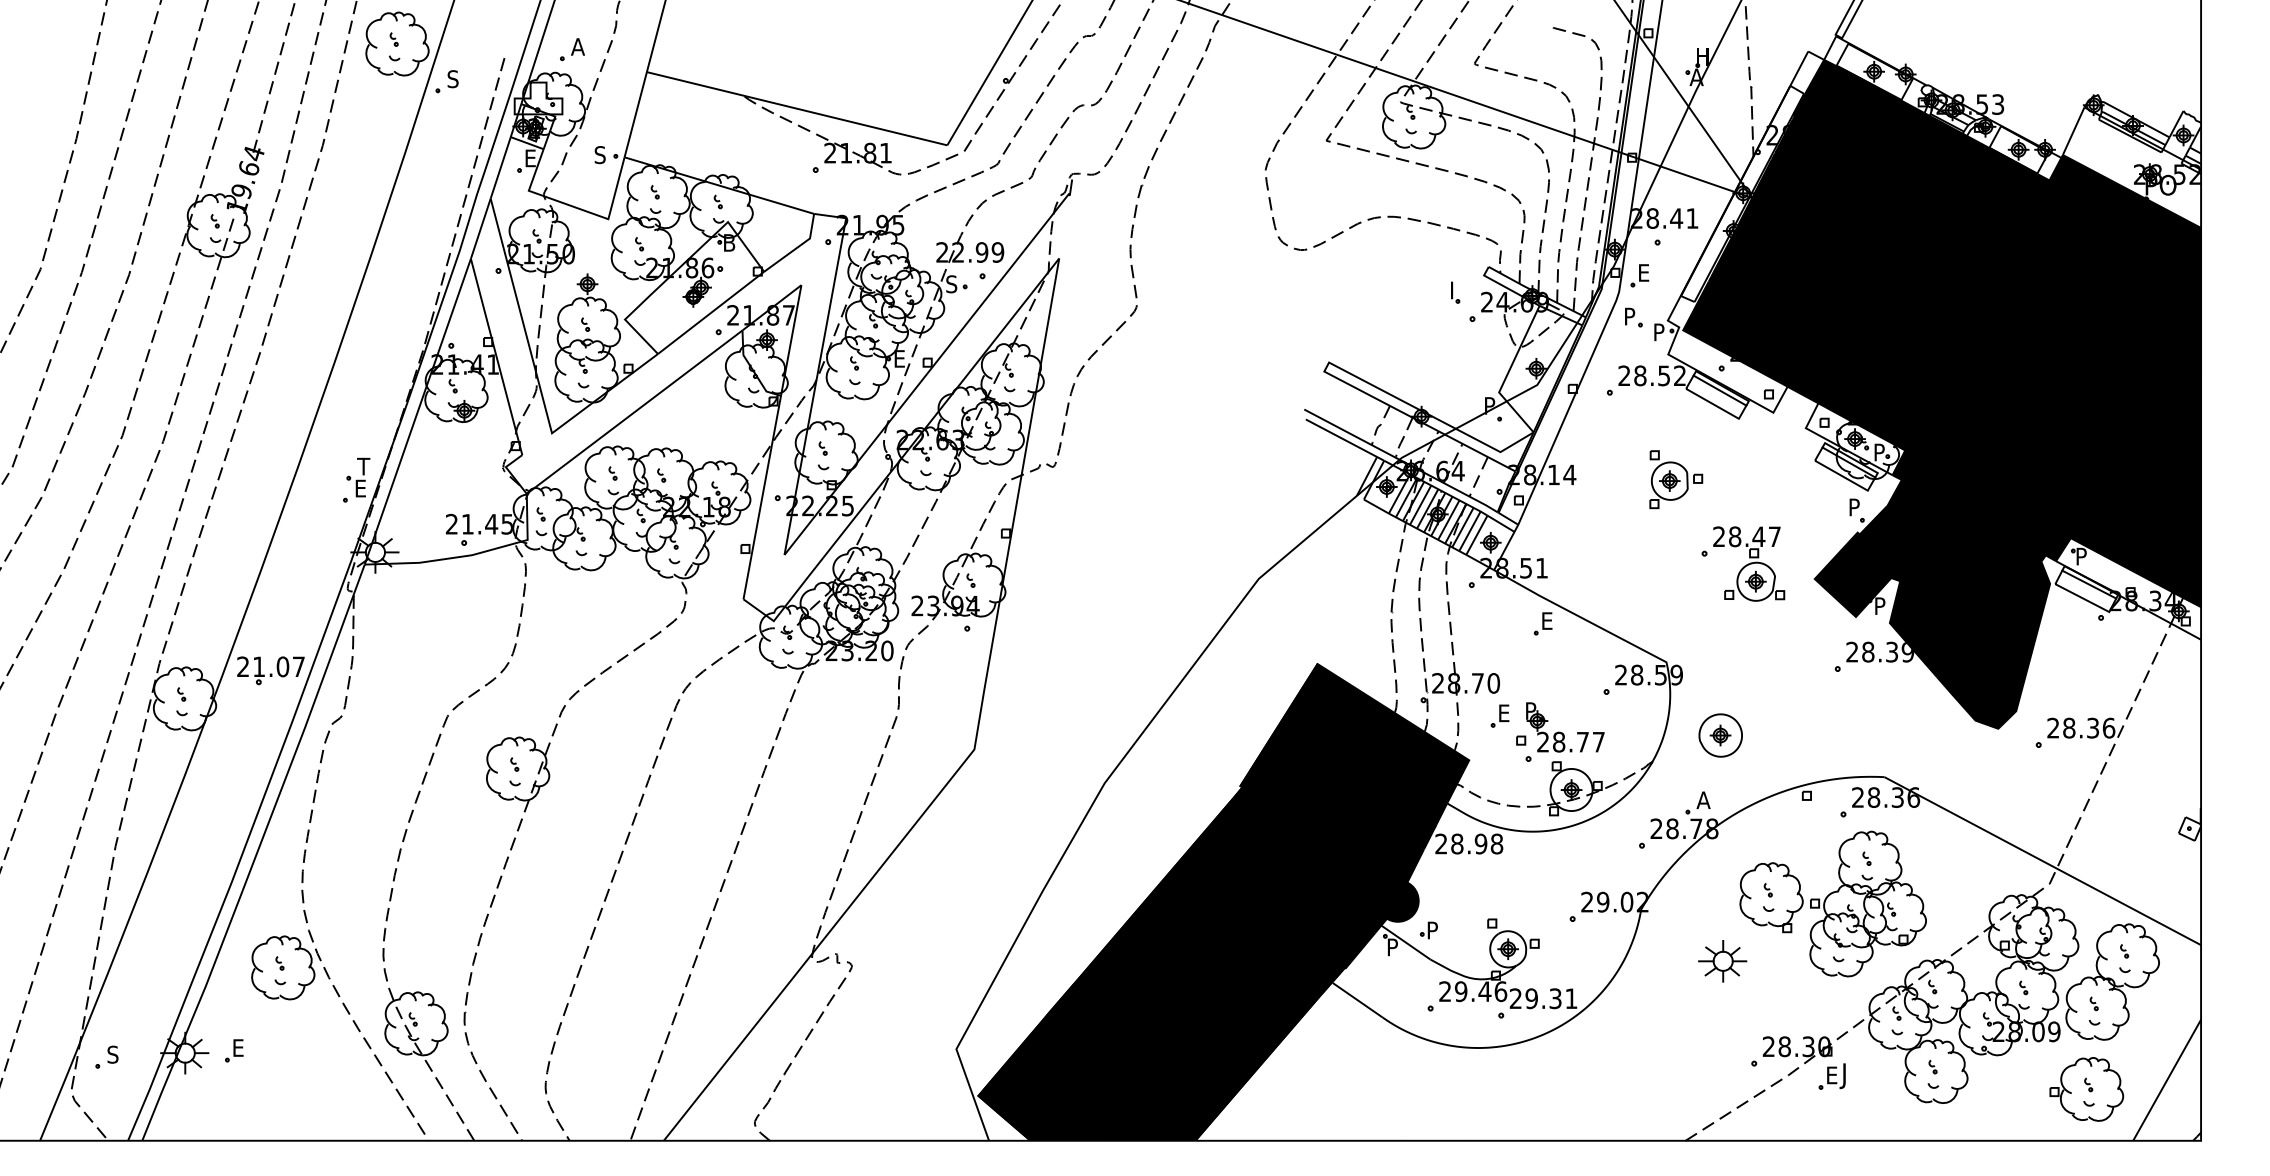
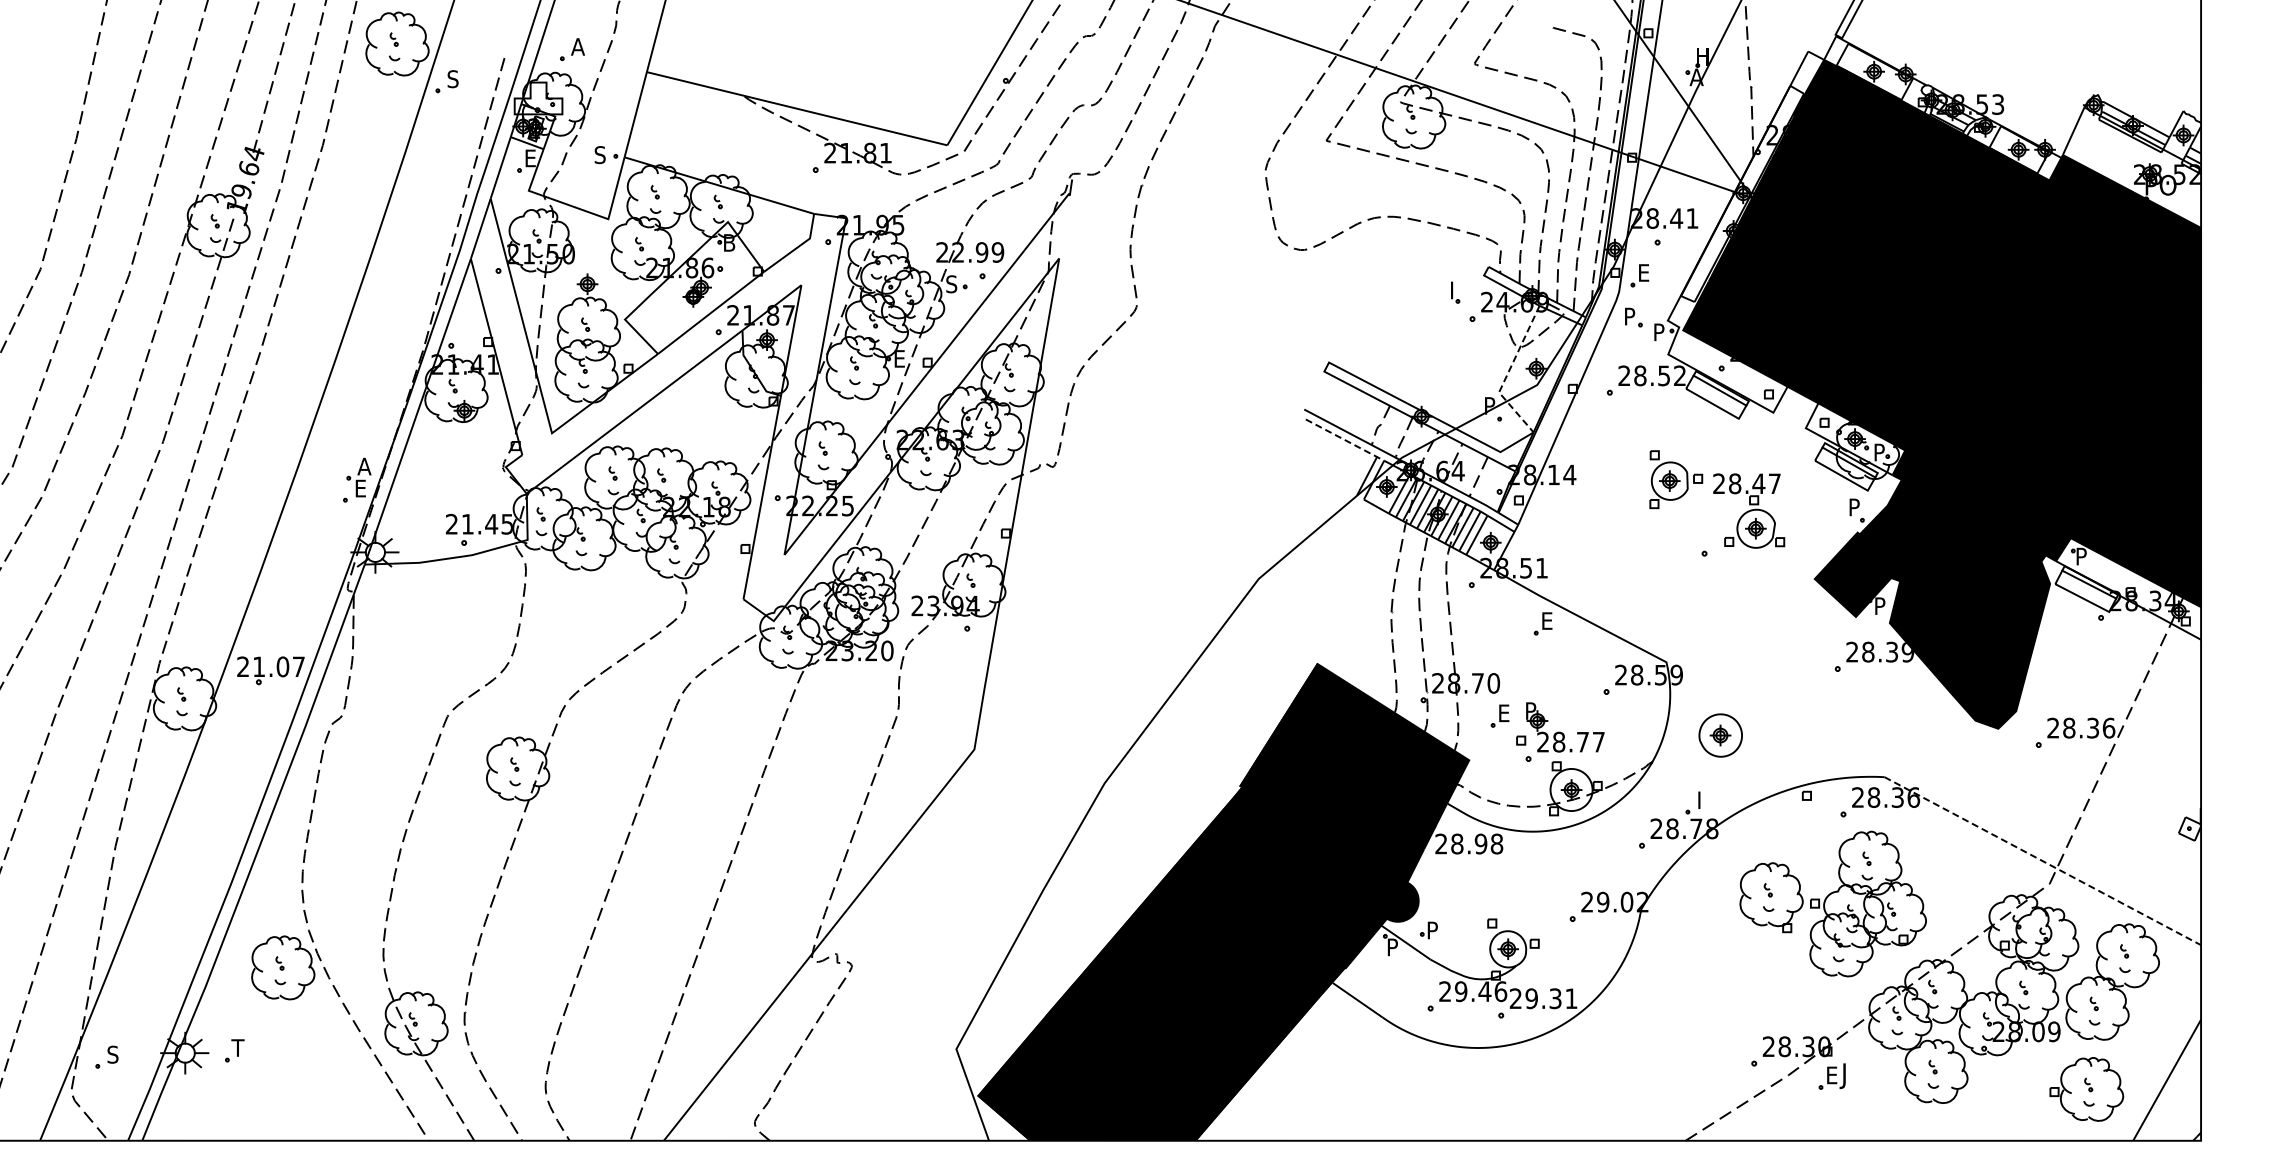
line at (1507, 373): solid -> dashed
line at (1345, 440): solid -> dashed
text at (364, 466): T -> A
part at (1749, 563) position: (1749, 563) -> (1749, 510)
text at (1703, 799): A -> I
line at (2043, 861): solid -> dashed
part at (1722, 961): present -> none
text at (237, 1047): E -> T
